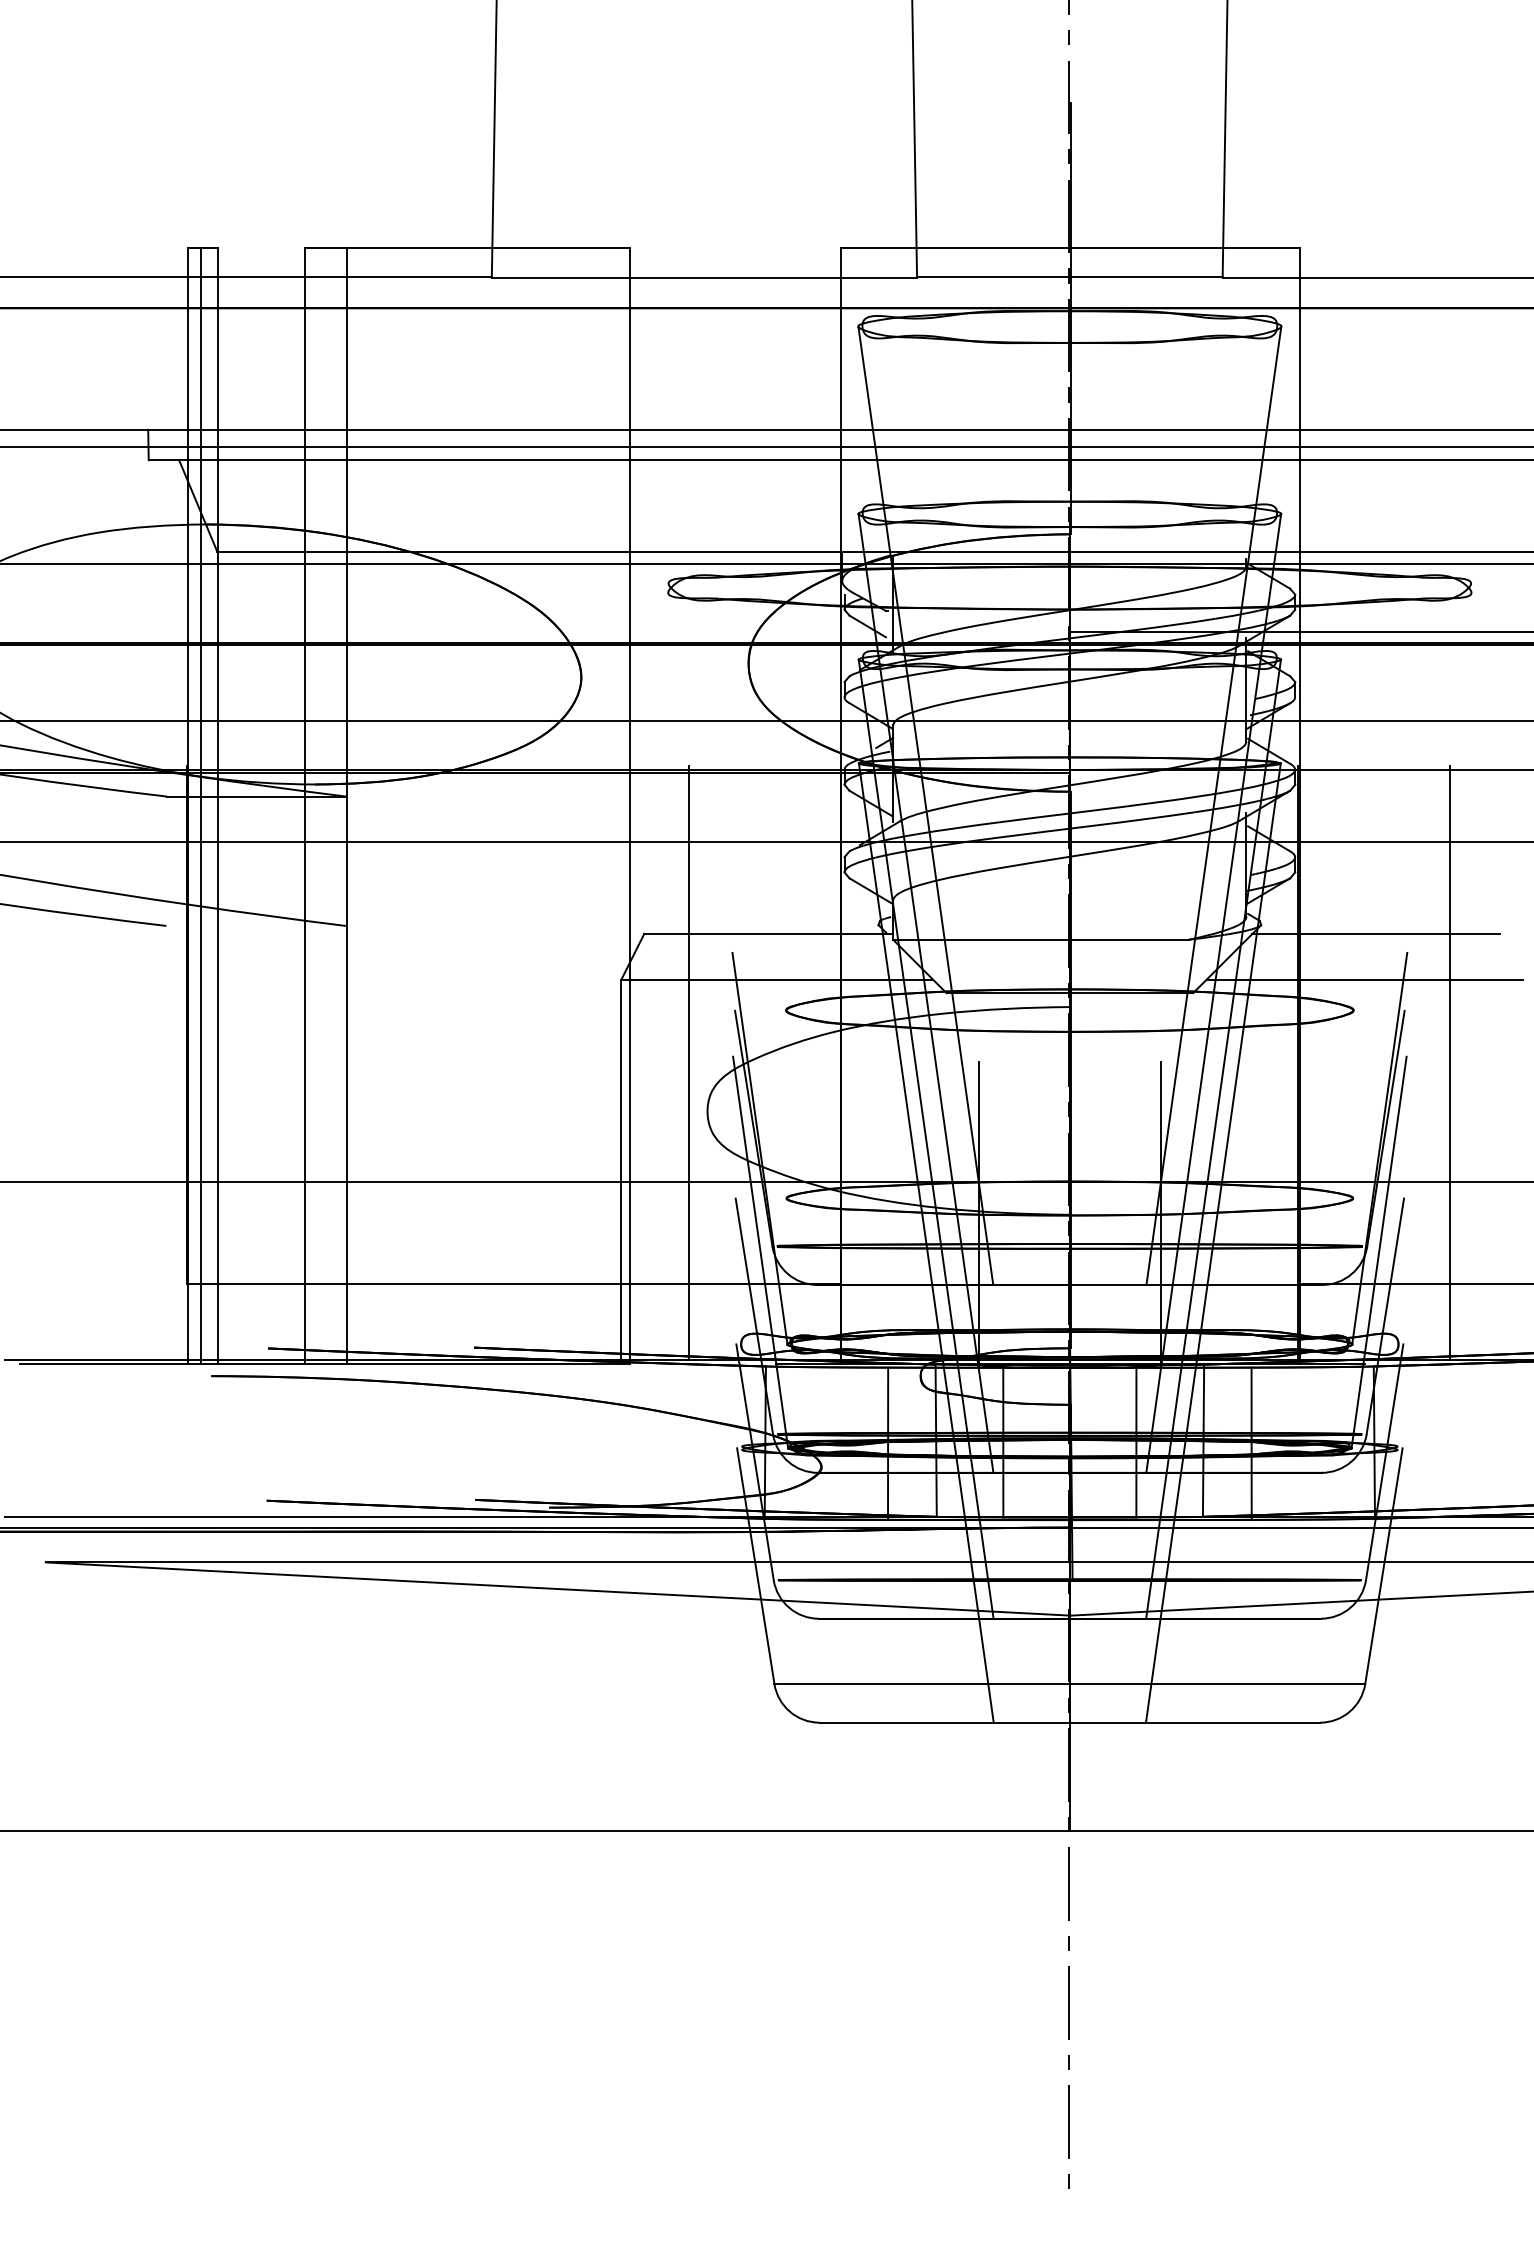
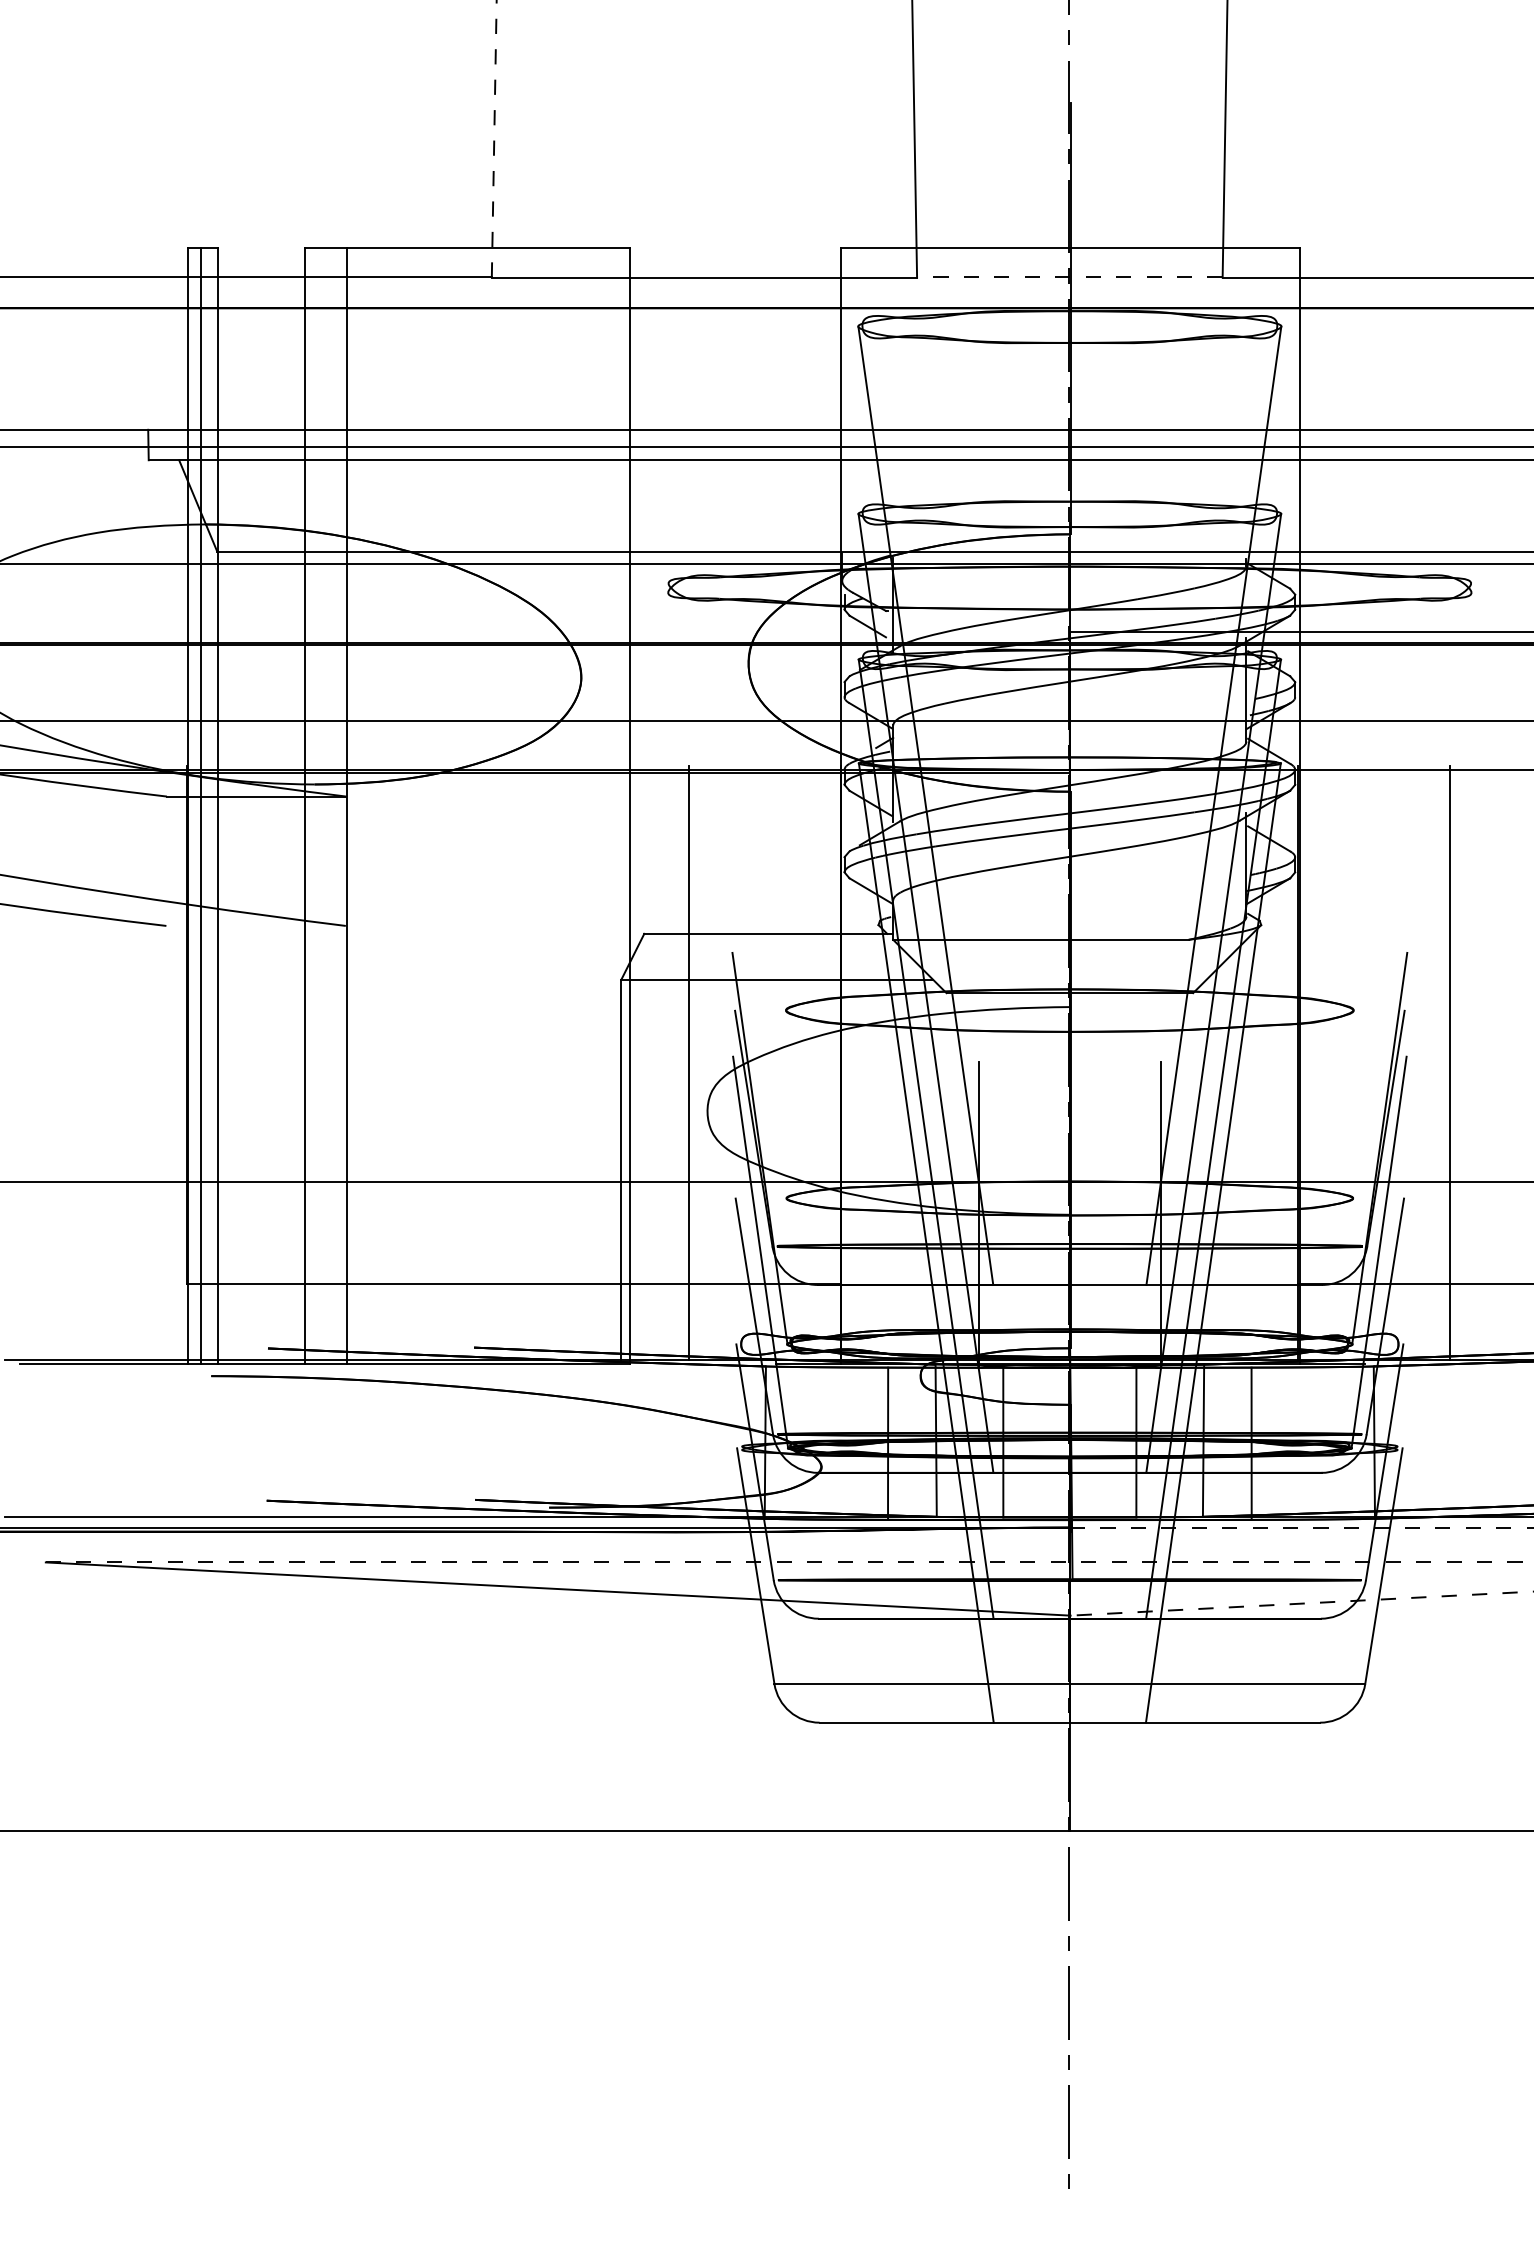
line at (494, 138): solid -> dashed
line at (1069, 277): solid -> dashed
line at (766, 841): present -> none
line at (1375, 933): present -> none
line at (1364, 979): present -> none
line at (1301, 1527): solid -> dashed
line at (789, 1562): solid -> dashed
line at (1302, 1603): solid -> dashed
